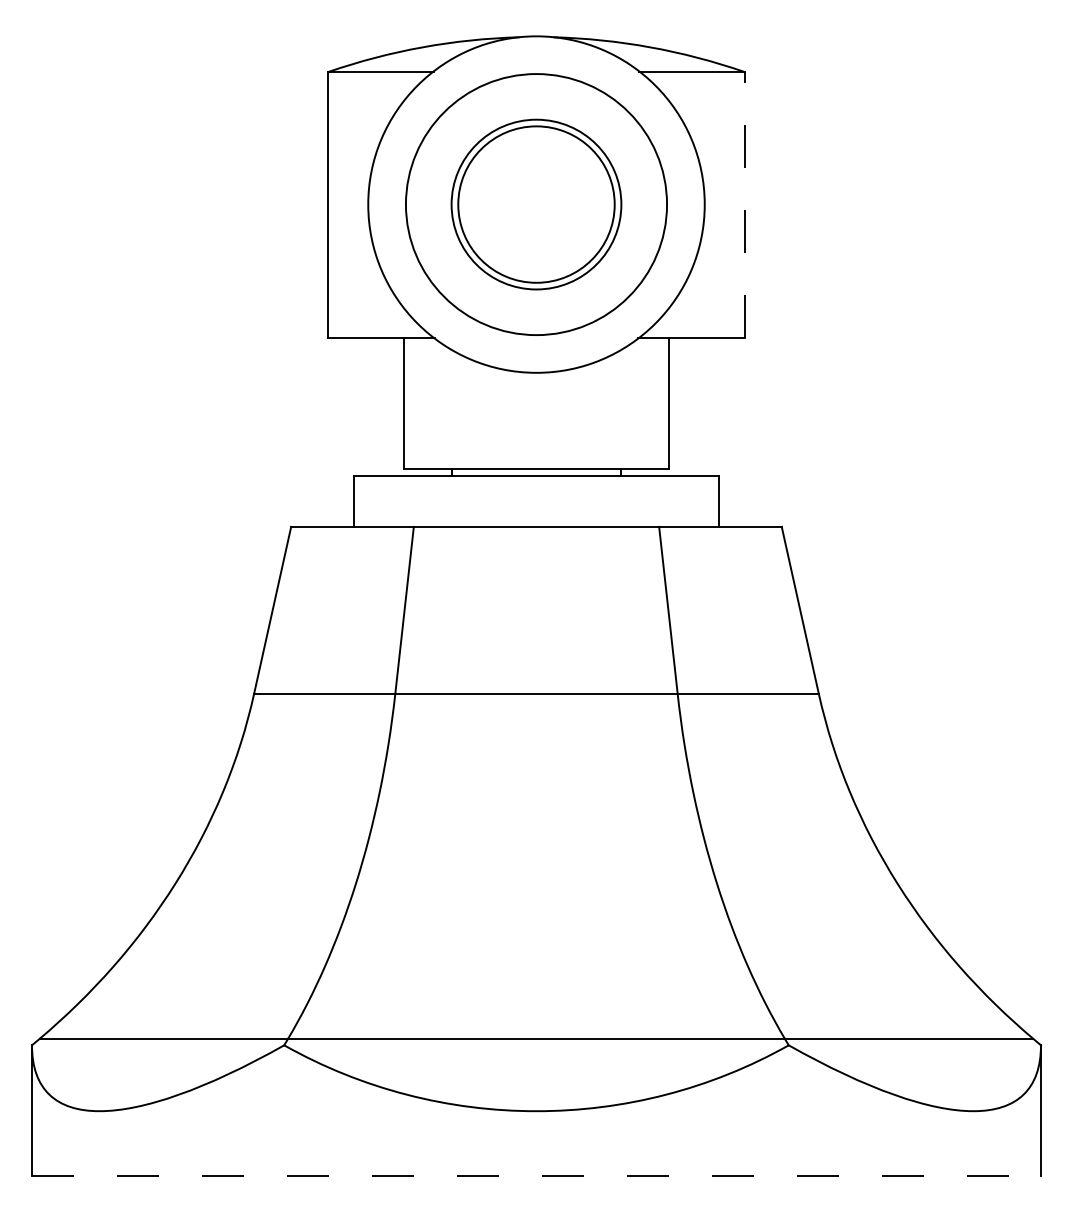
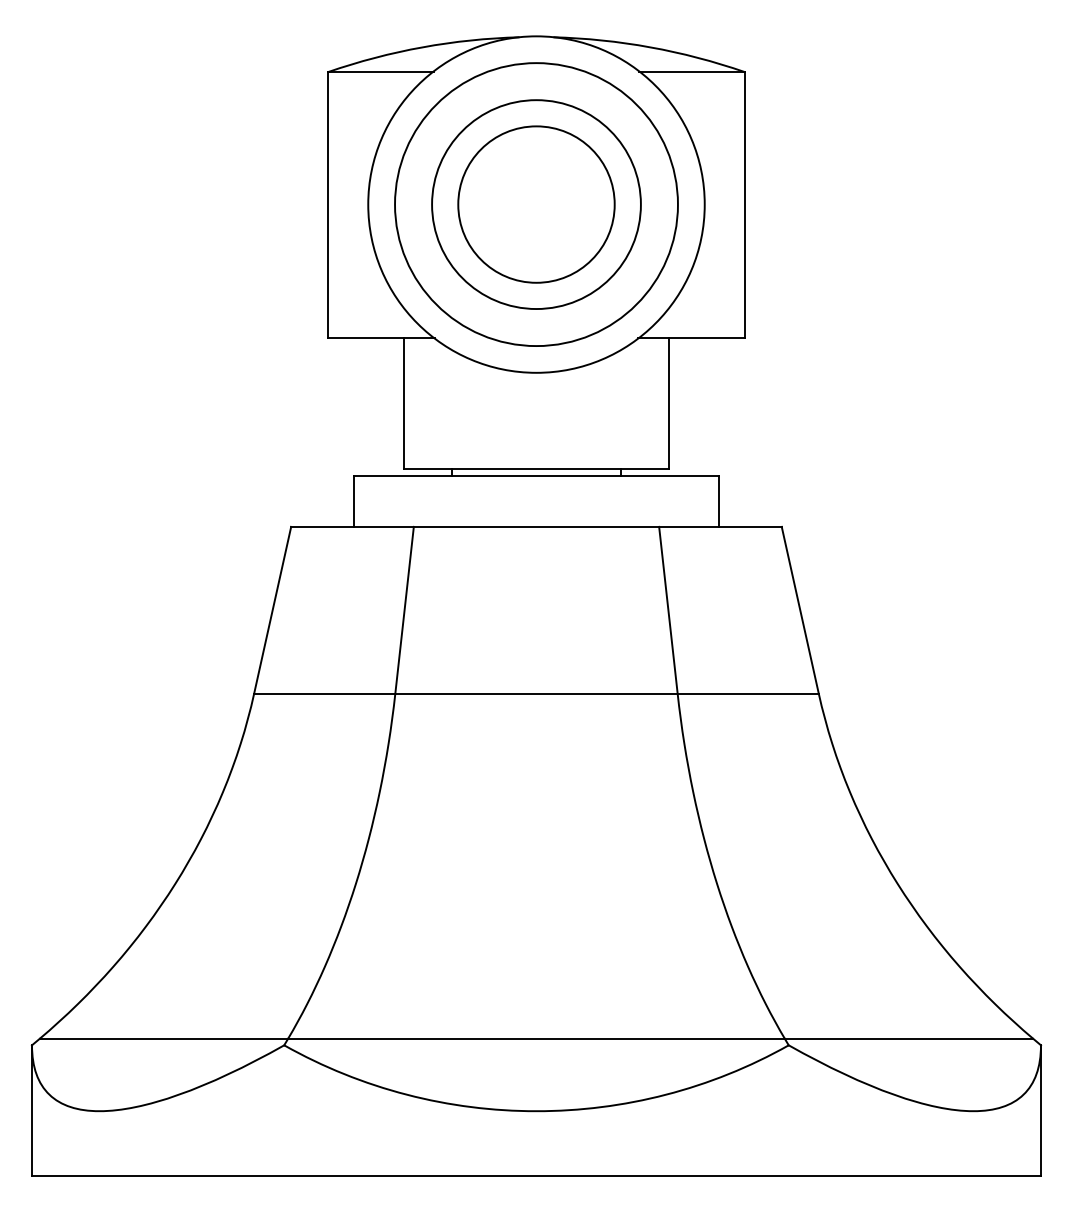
circle at (536, 204) diameter: 170 px -> 283 px
circle at (536, 204) diameter: 261 px -> 209 px
line at (744, 204): dashed -> solid
line at (536, 1175): dashed -> solid
